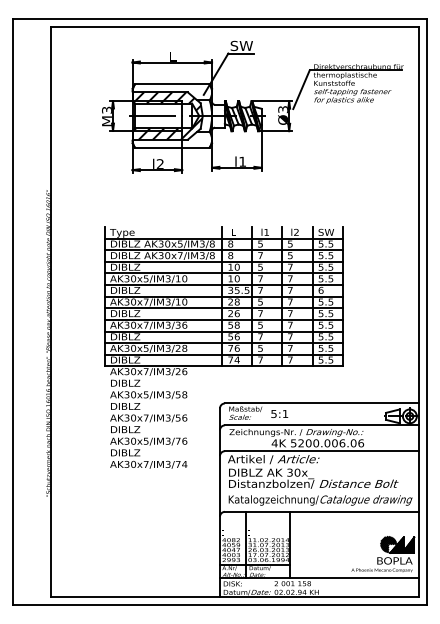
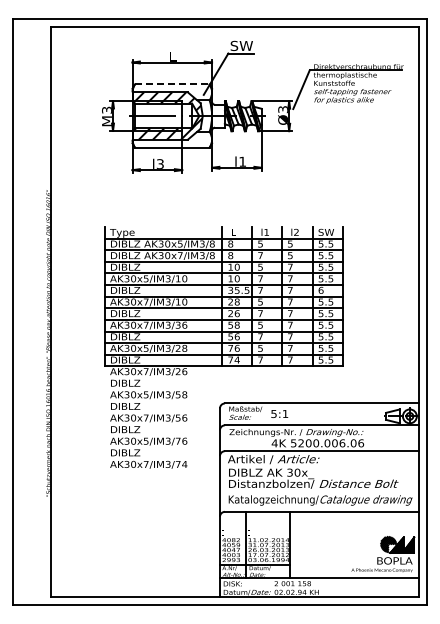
line at (172, 84): solid -> dashed
text at (159, 163): l2 -> l3
